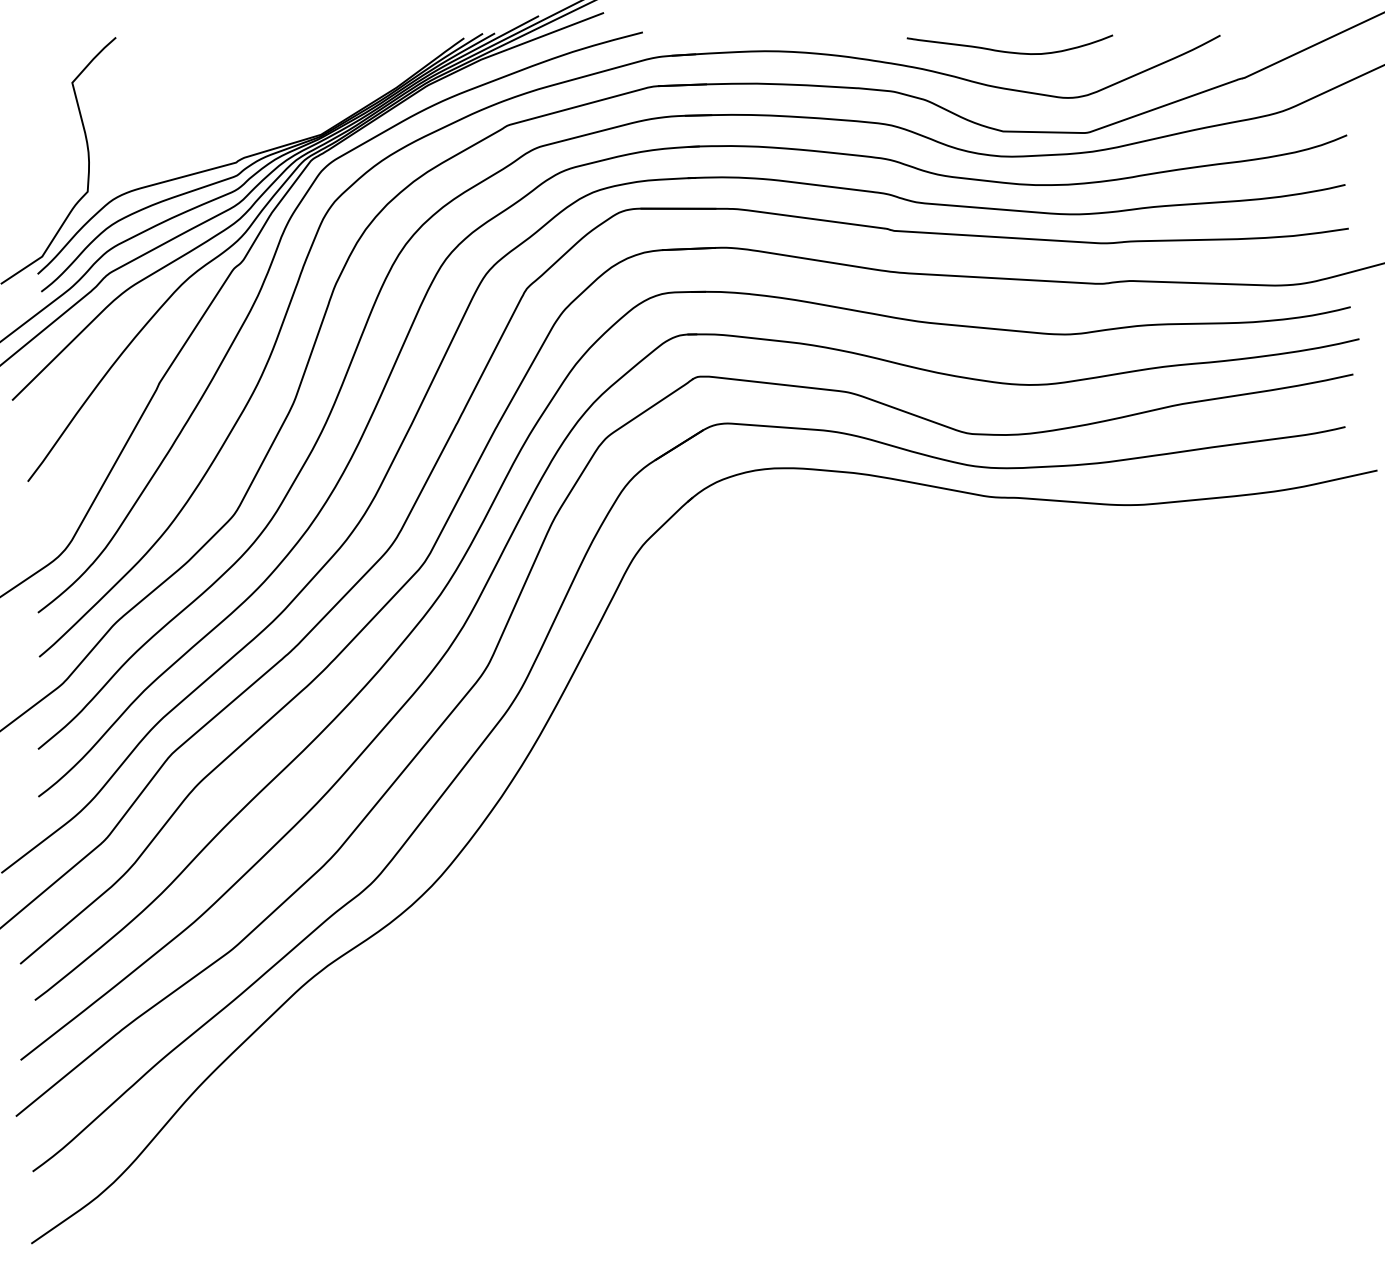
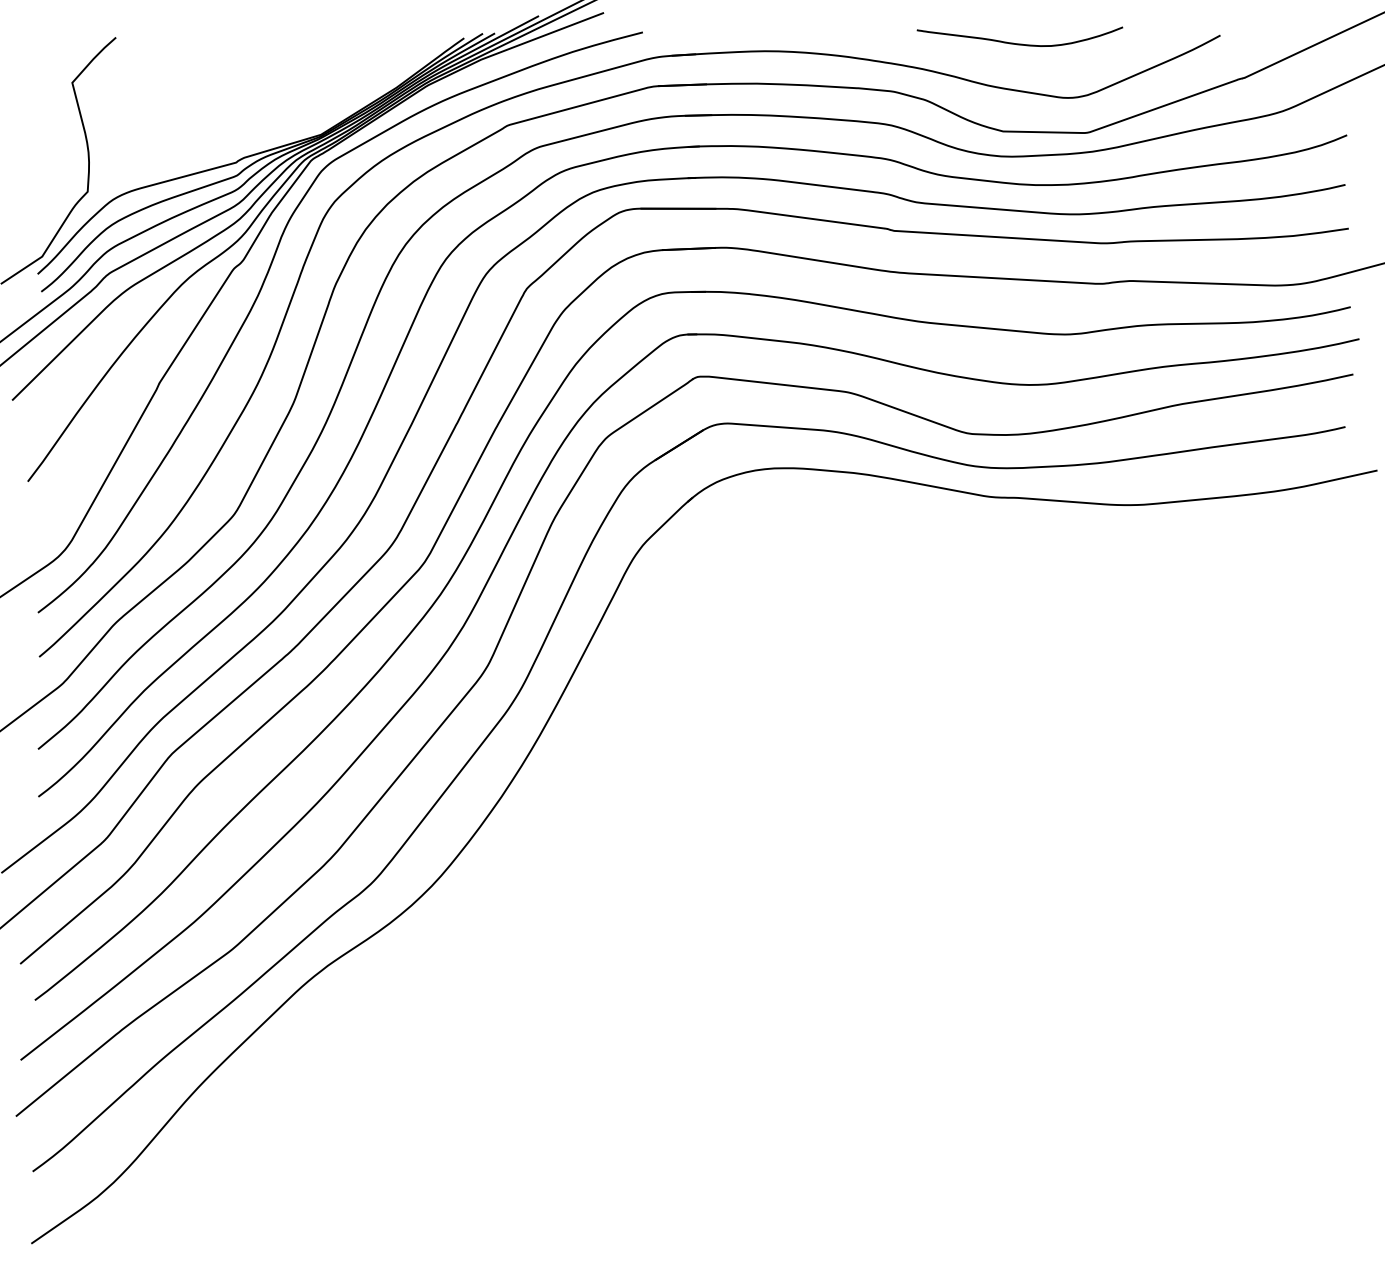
curve at (1009, 51) position: (1009, 51) -> (1019, 43)
